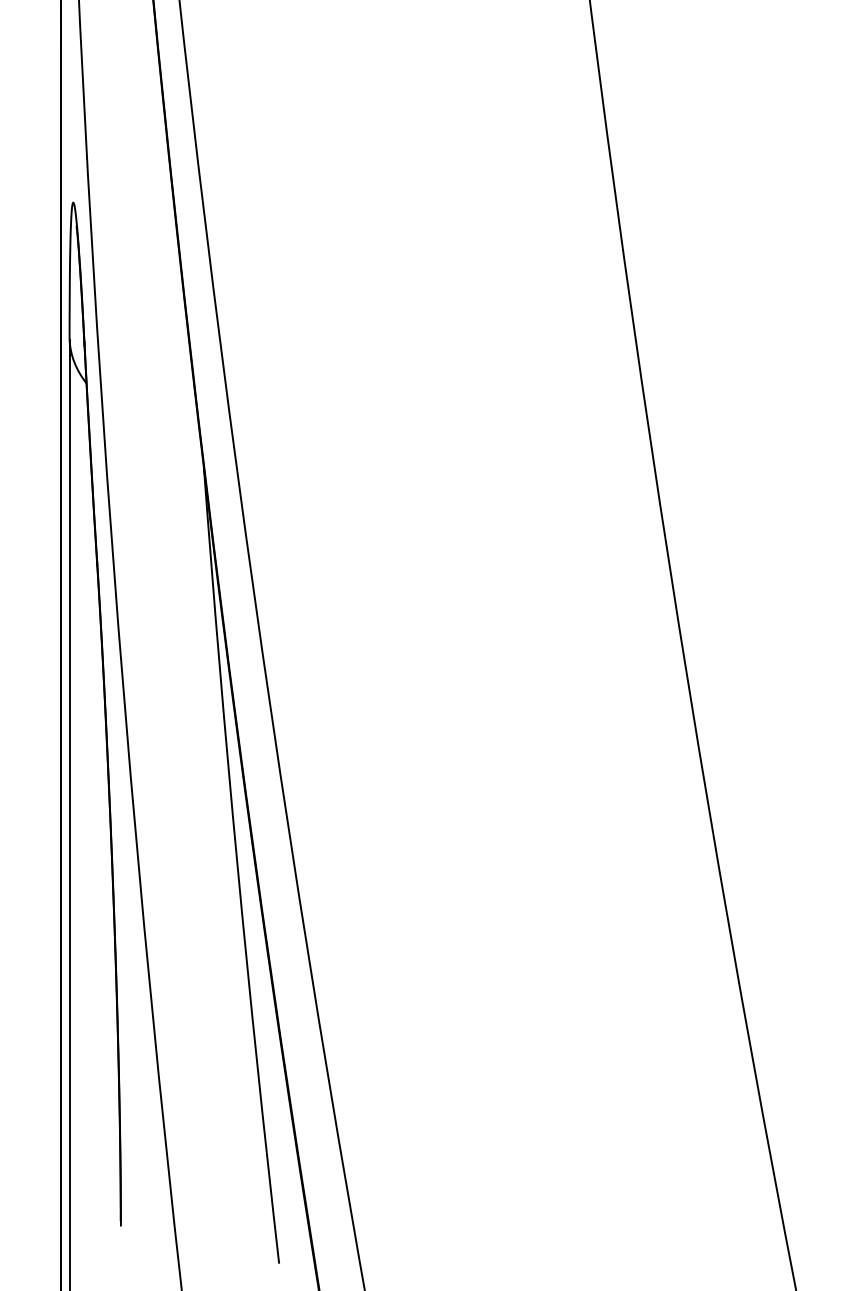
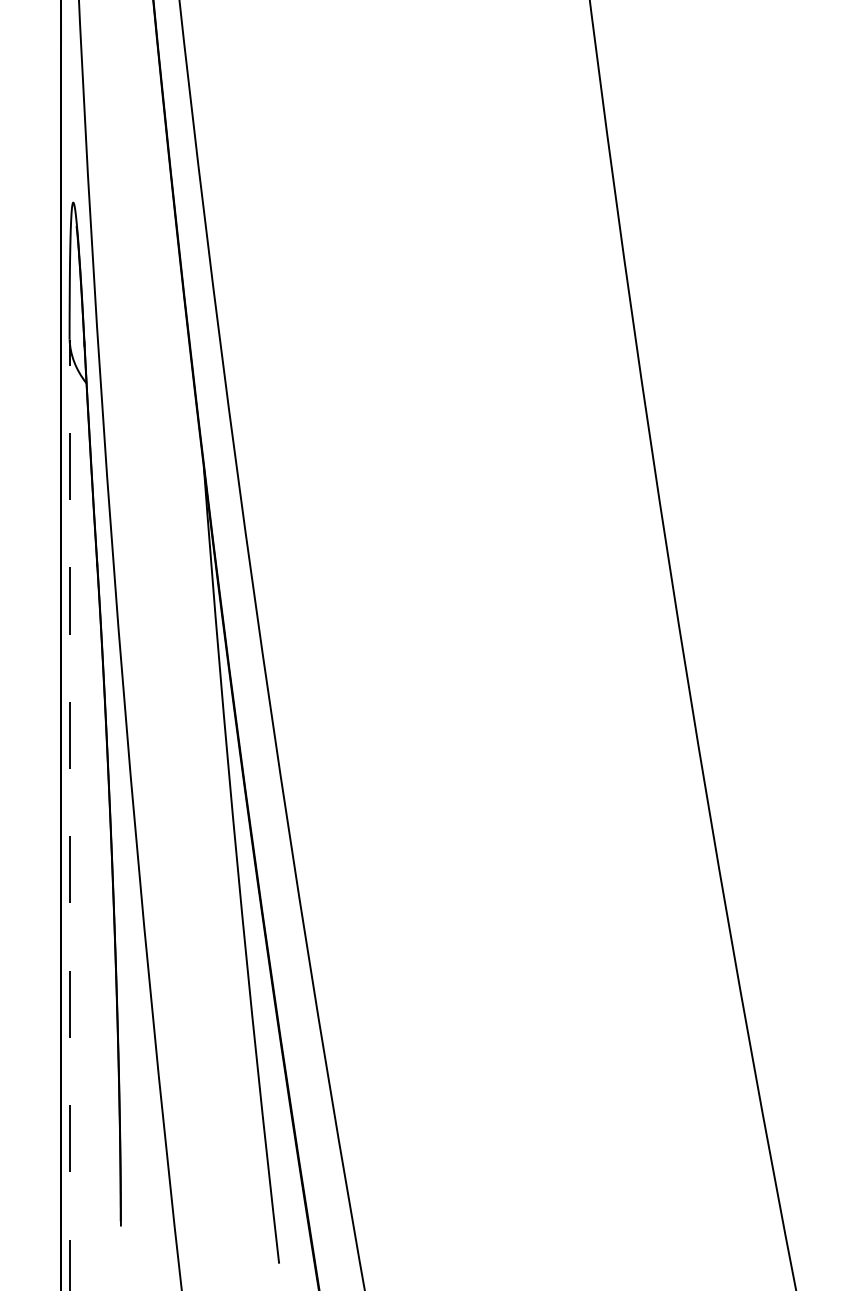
line at (69, 814): solid -> dashed
